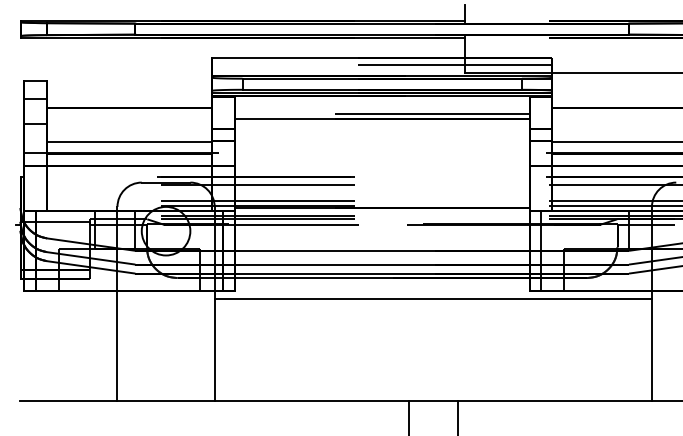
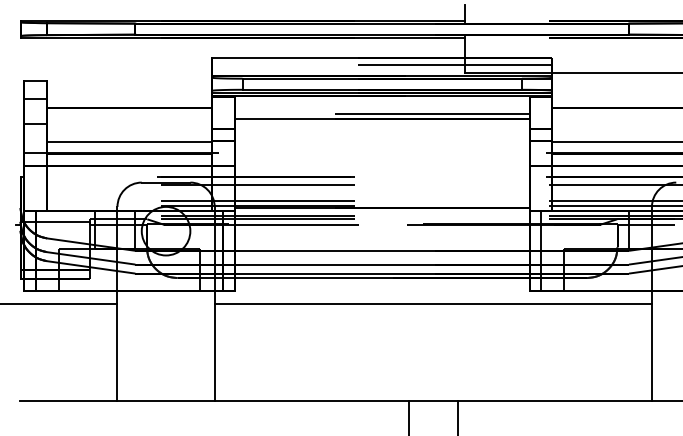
line at (432, 299) position: (432, 299) -> (432, 304)
line at (59, 304): none -> present
